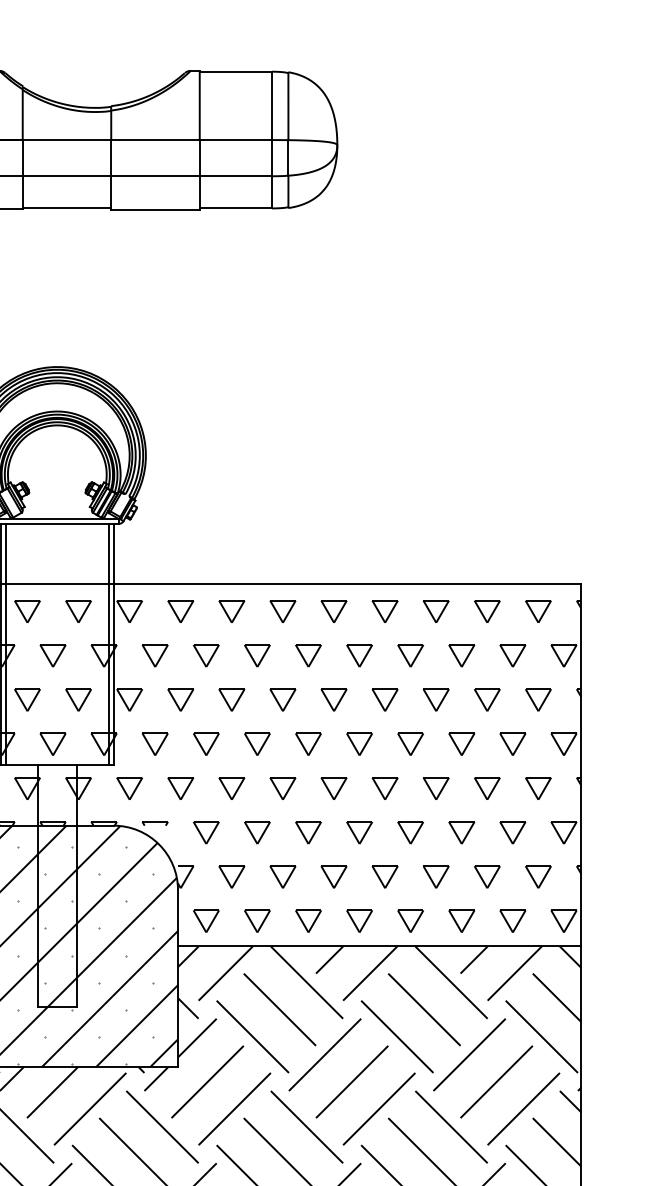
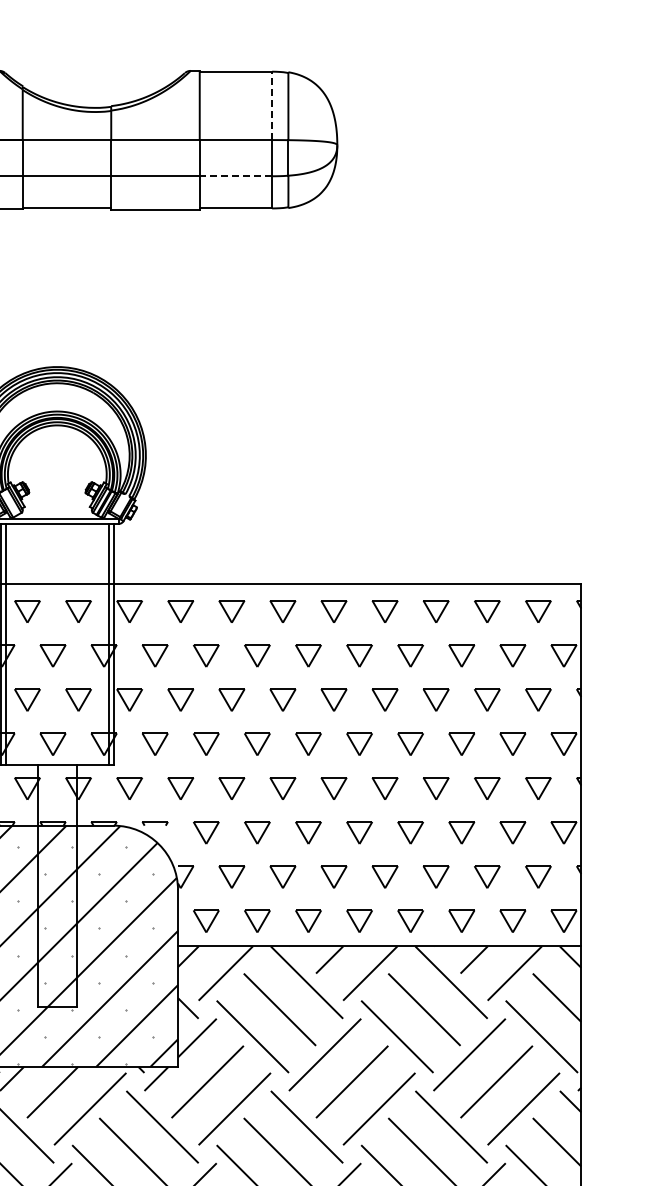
line at (272, 105): solid -> dashed
line at (235, 176): solid -> dashed
